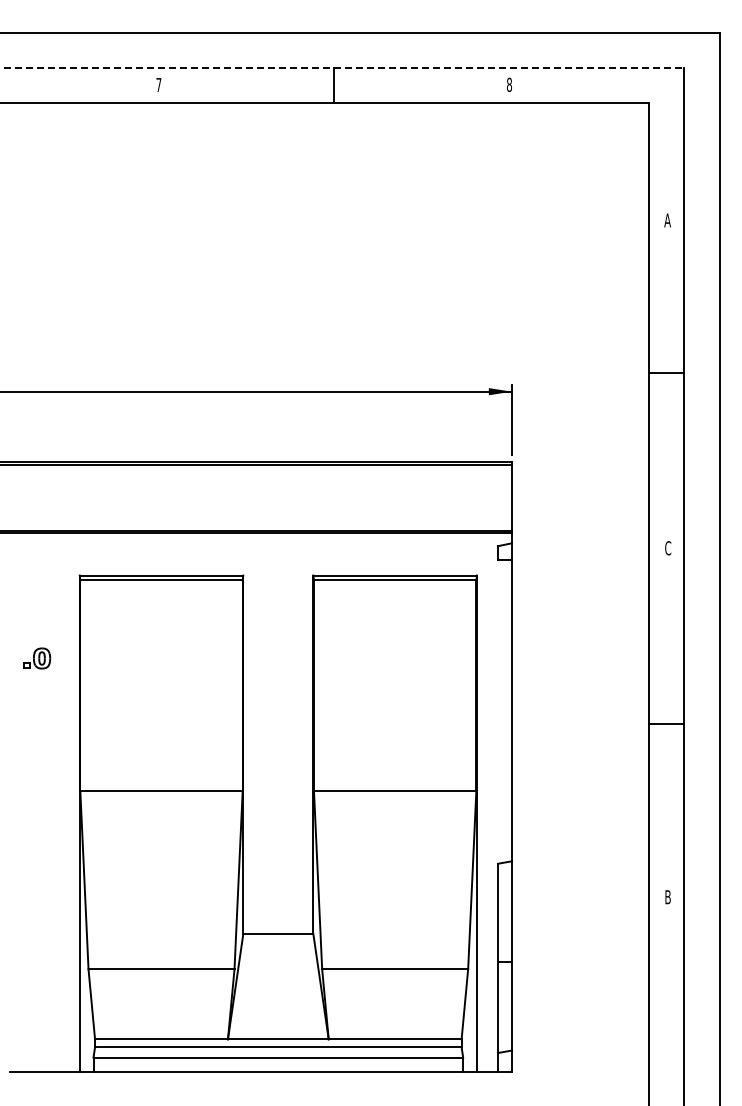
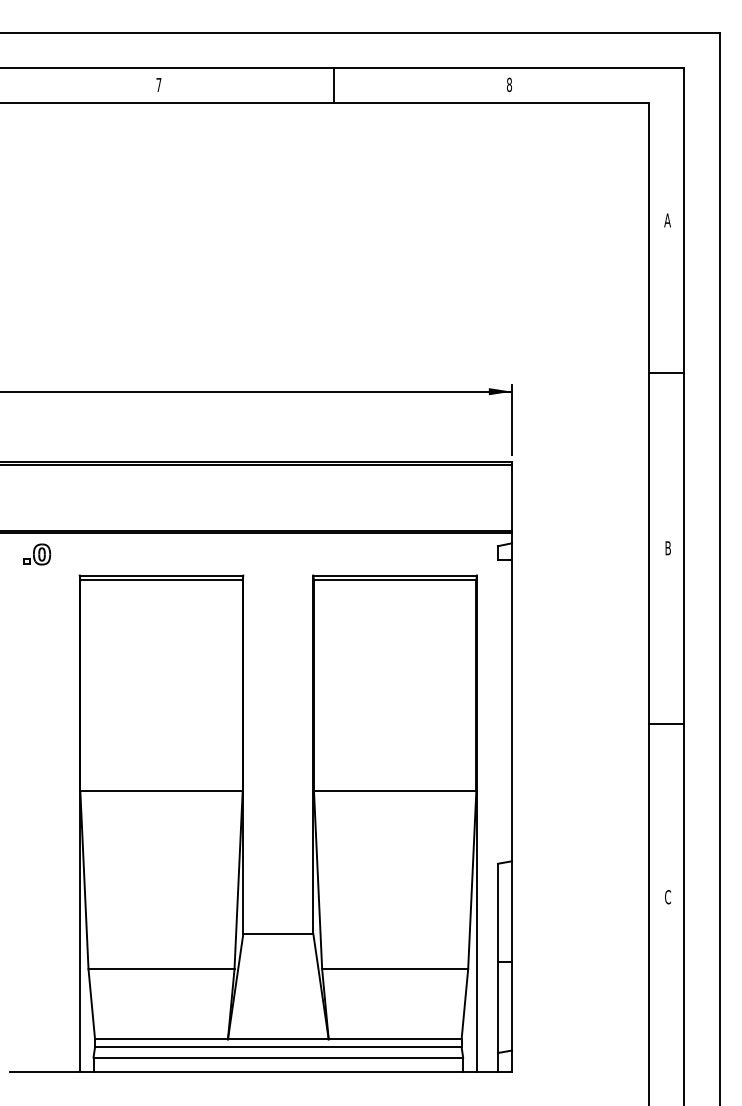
line at (342, 68): dashed -> solid
text at (668, 548): C -> B
part at (37, 658) position: (37, 658) -> (37, 554)
text at (667, 897): B -> C
